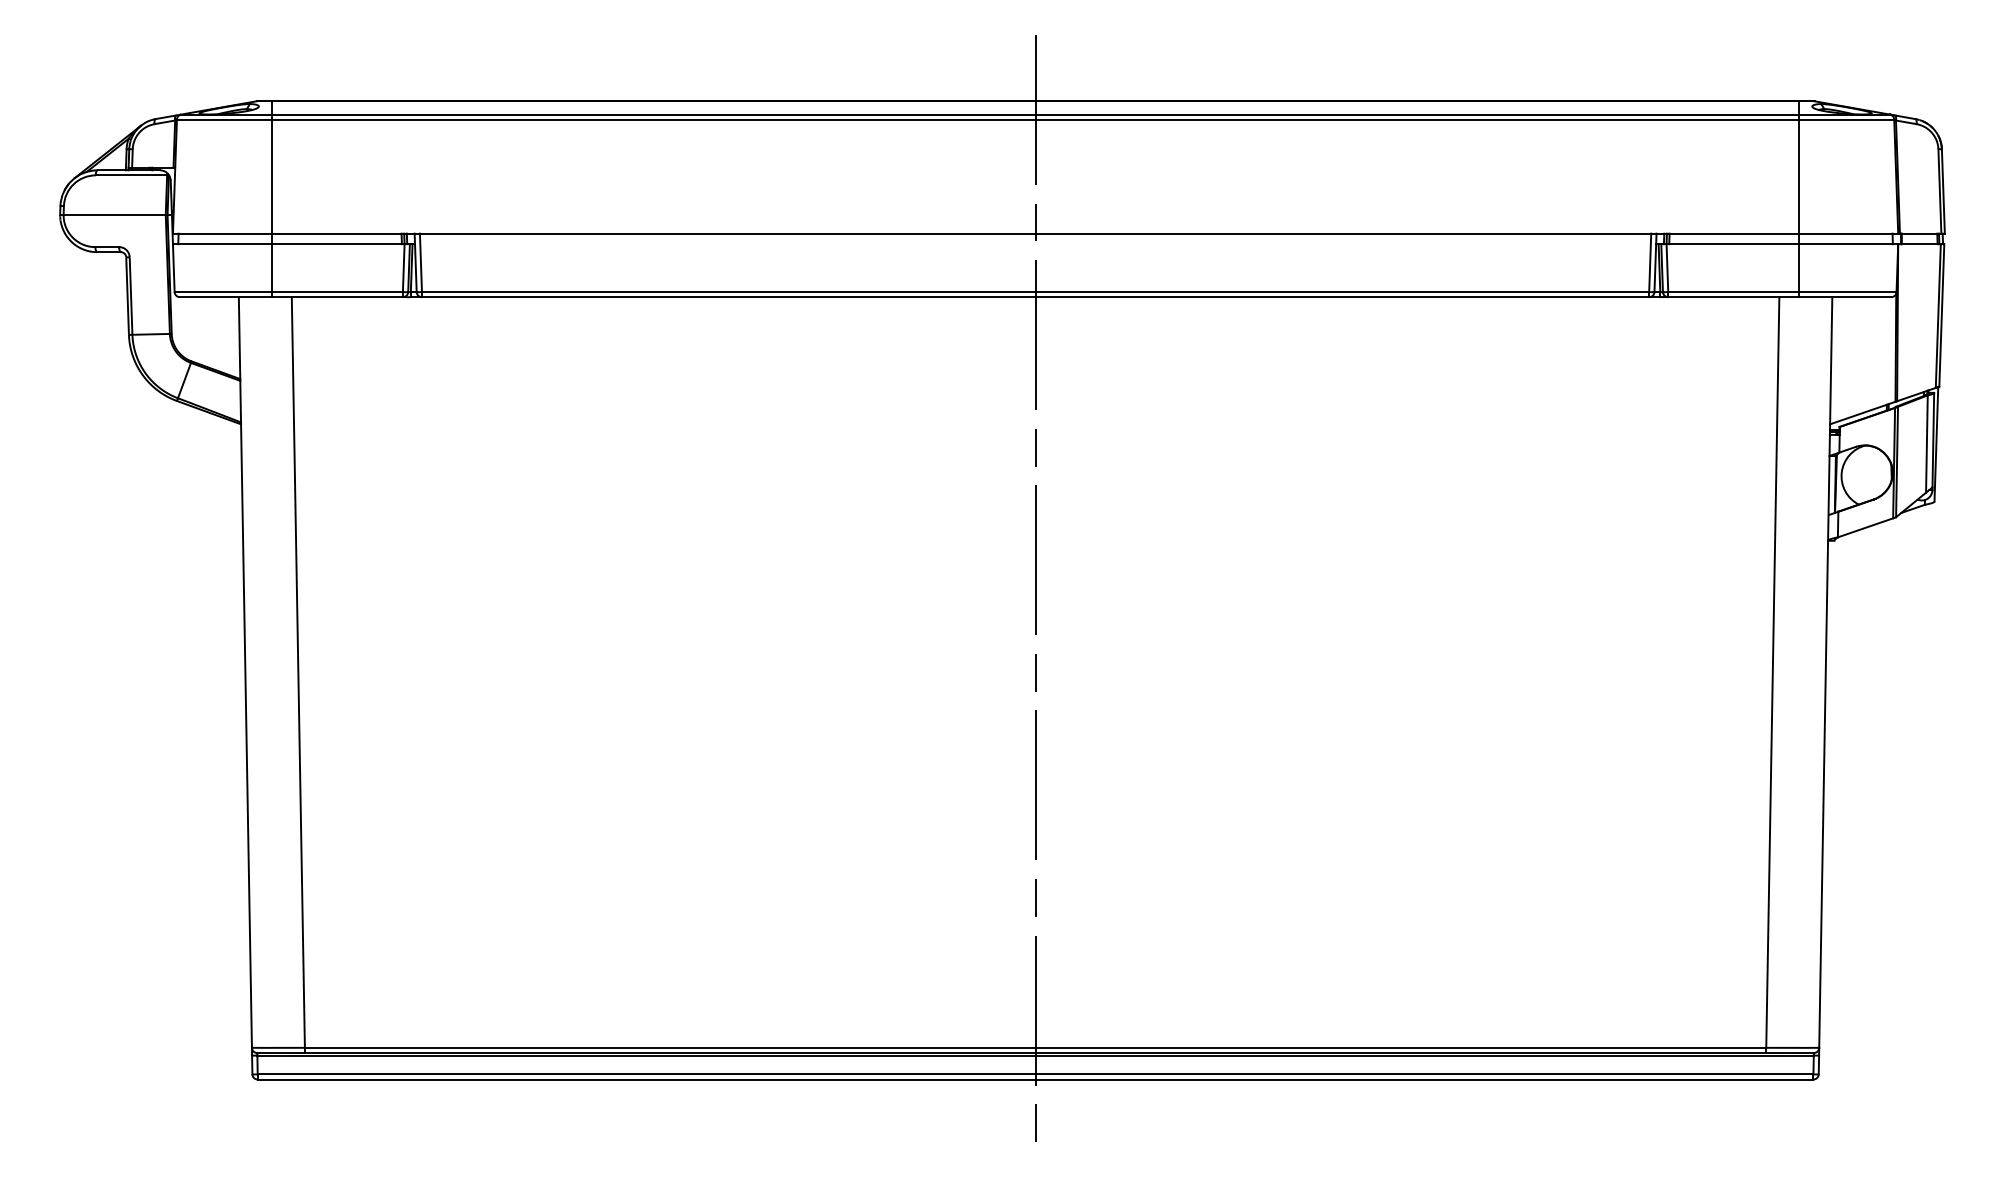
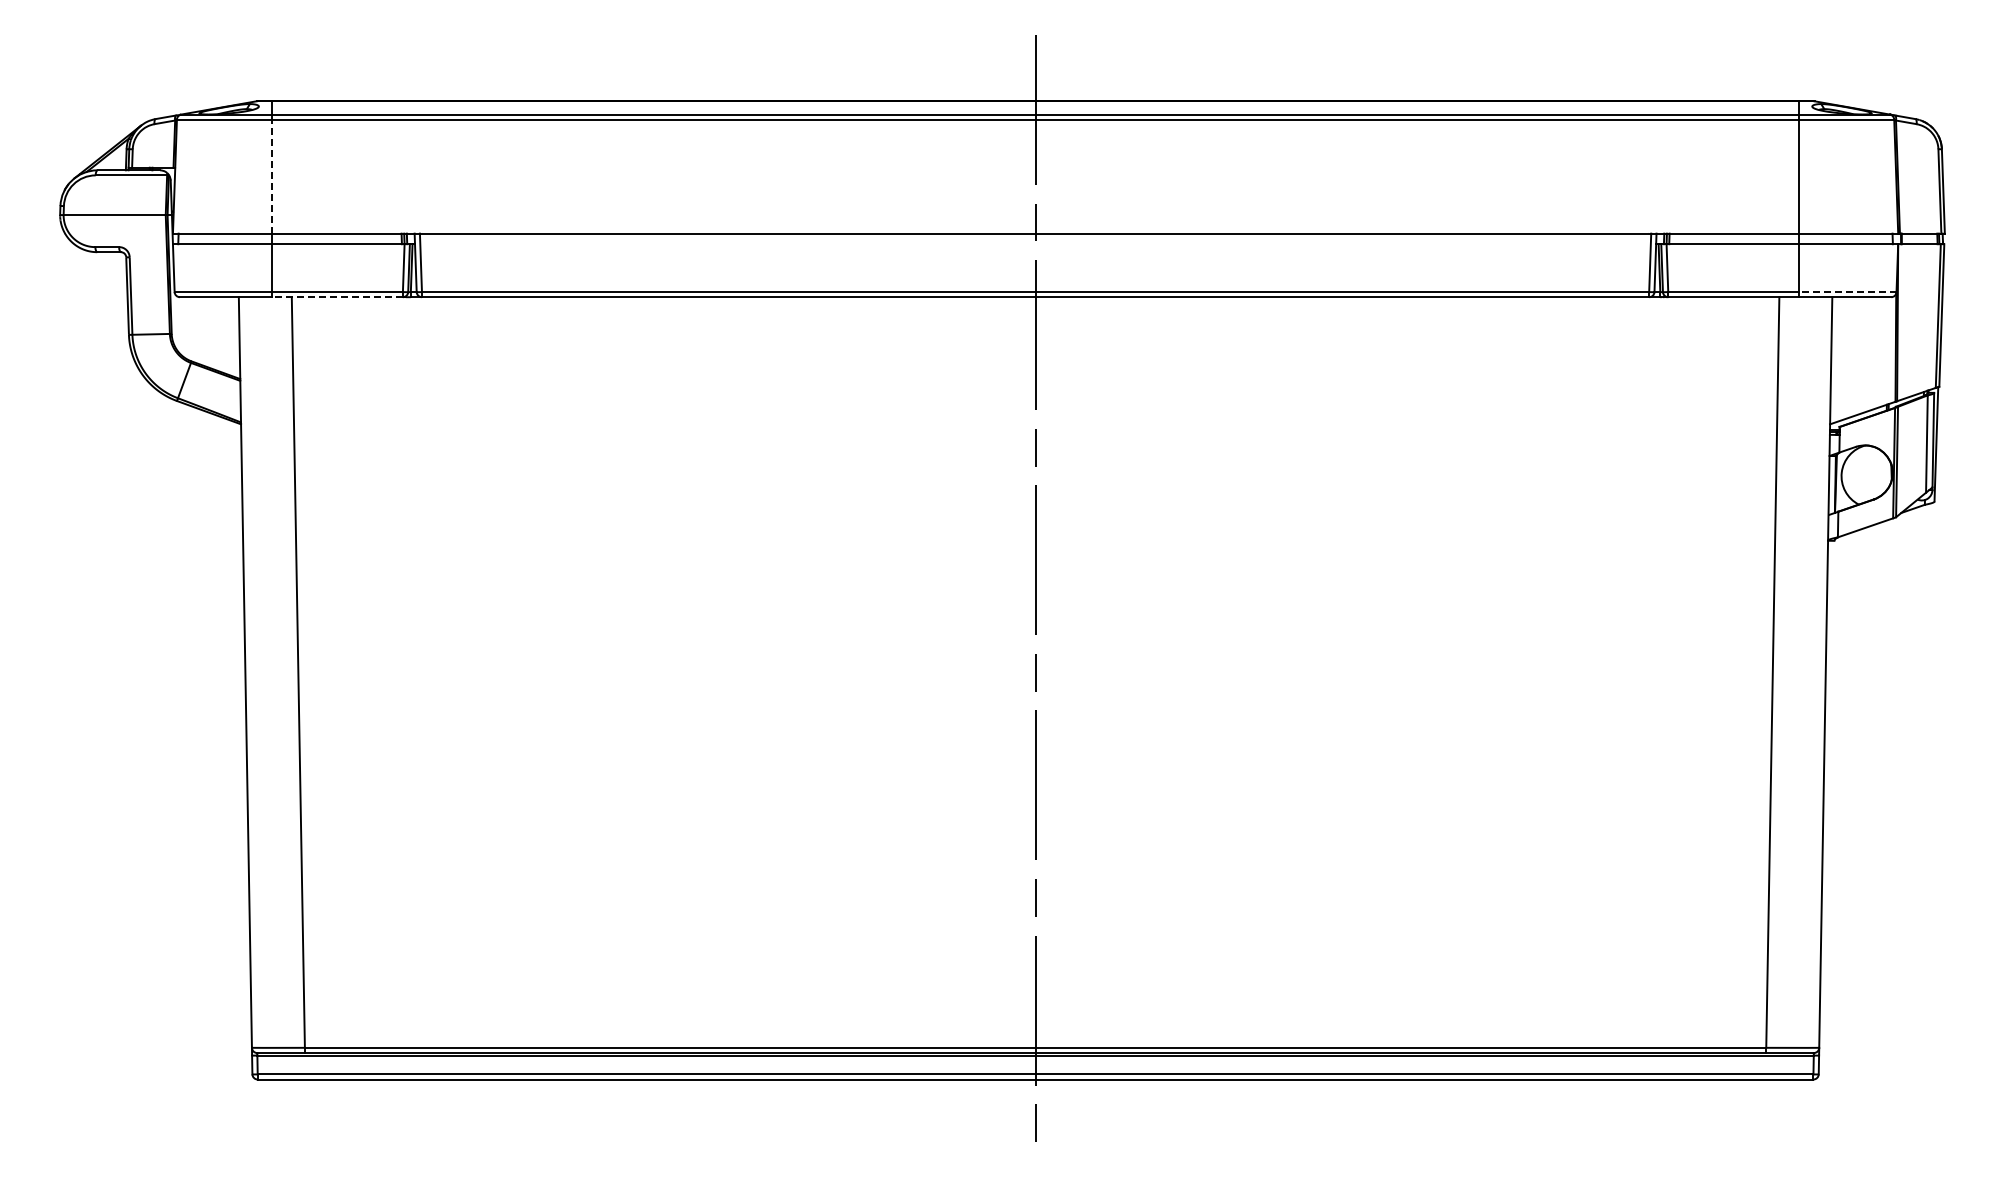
line at (272, 176): solid -> dashed
line at (1847, 292): solid -> dashed
line at (337, 297): solid -> dashed
